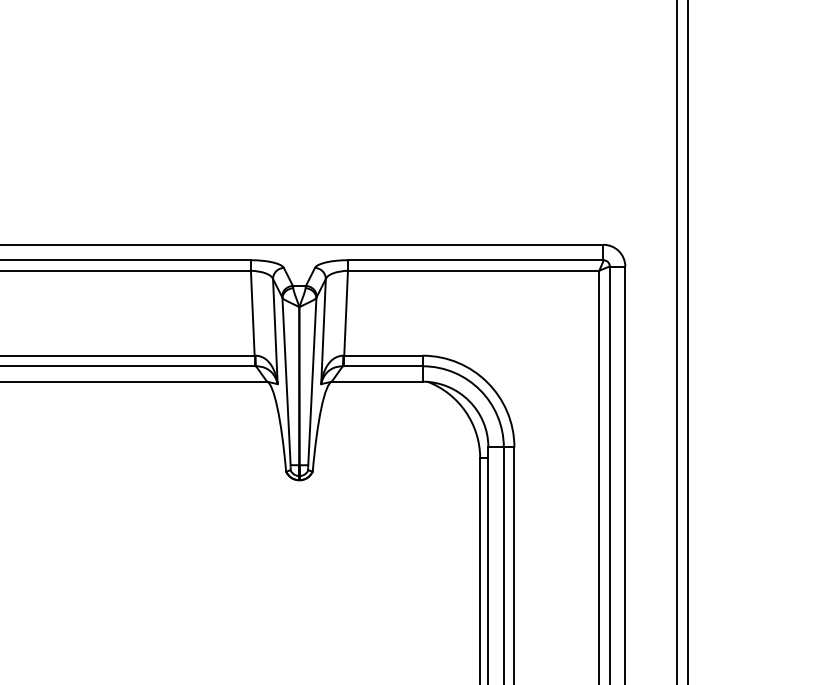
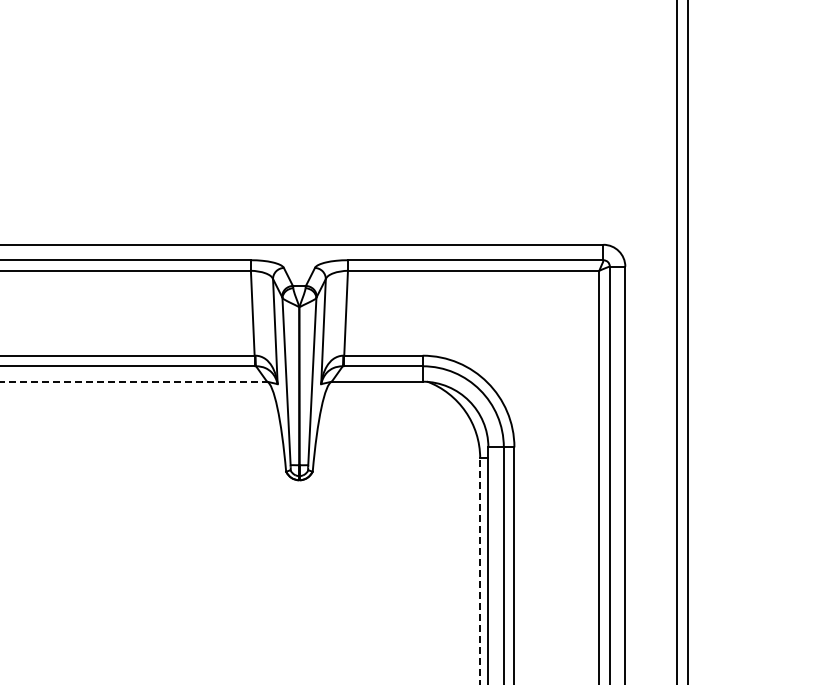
line at (134, 381): solid -> dashed
line at (480, 571): solid -> dashed
